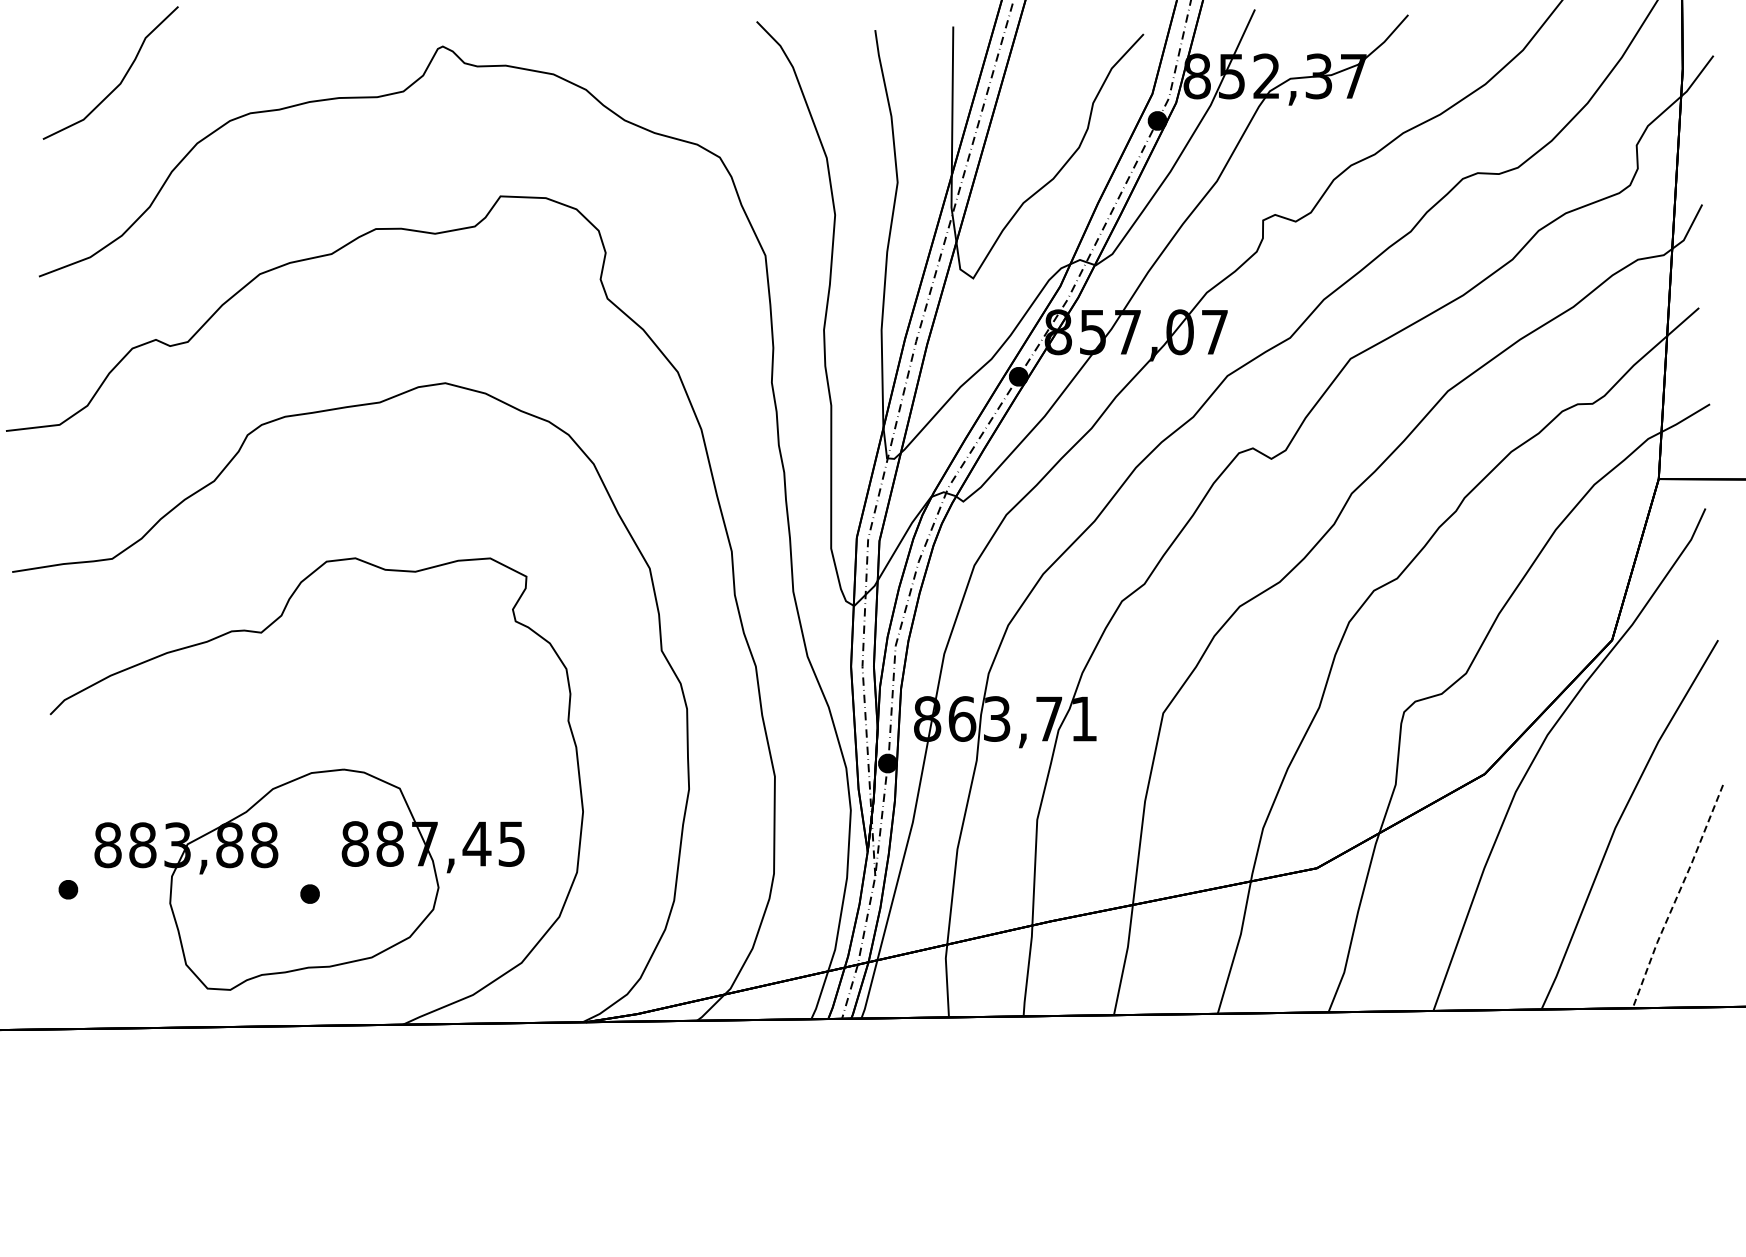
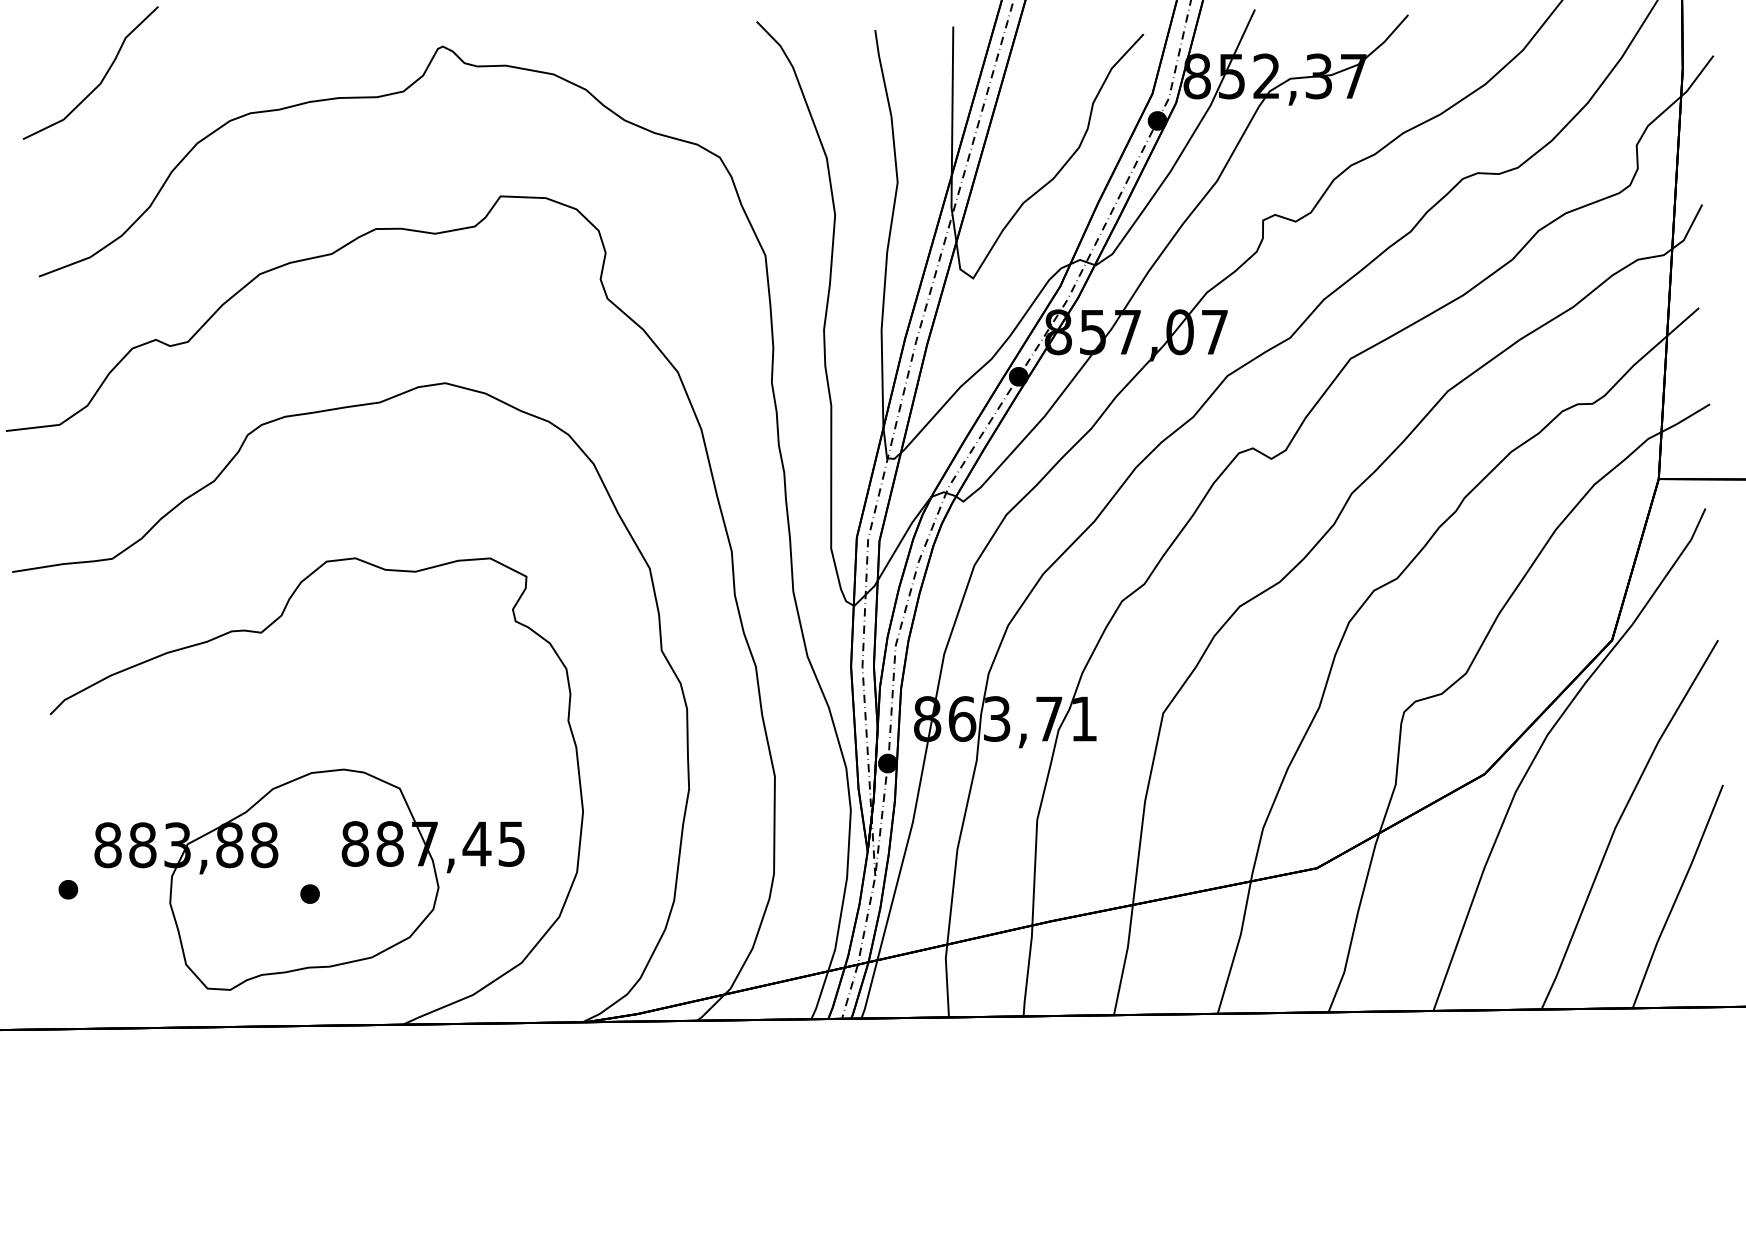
curve at (122, 78) position: (122, 78) -> (102, 78)
line at (1677, 896): dashed -> solid
